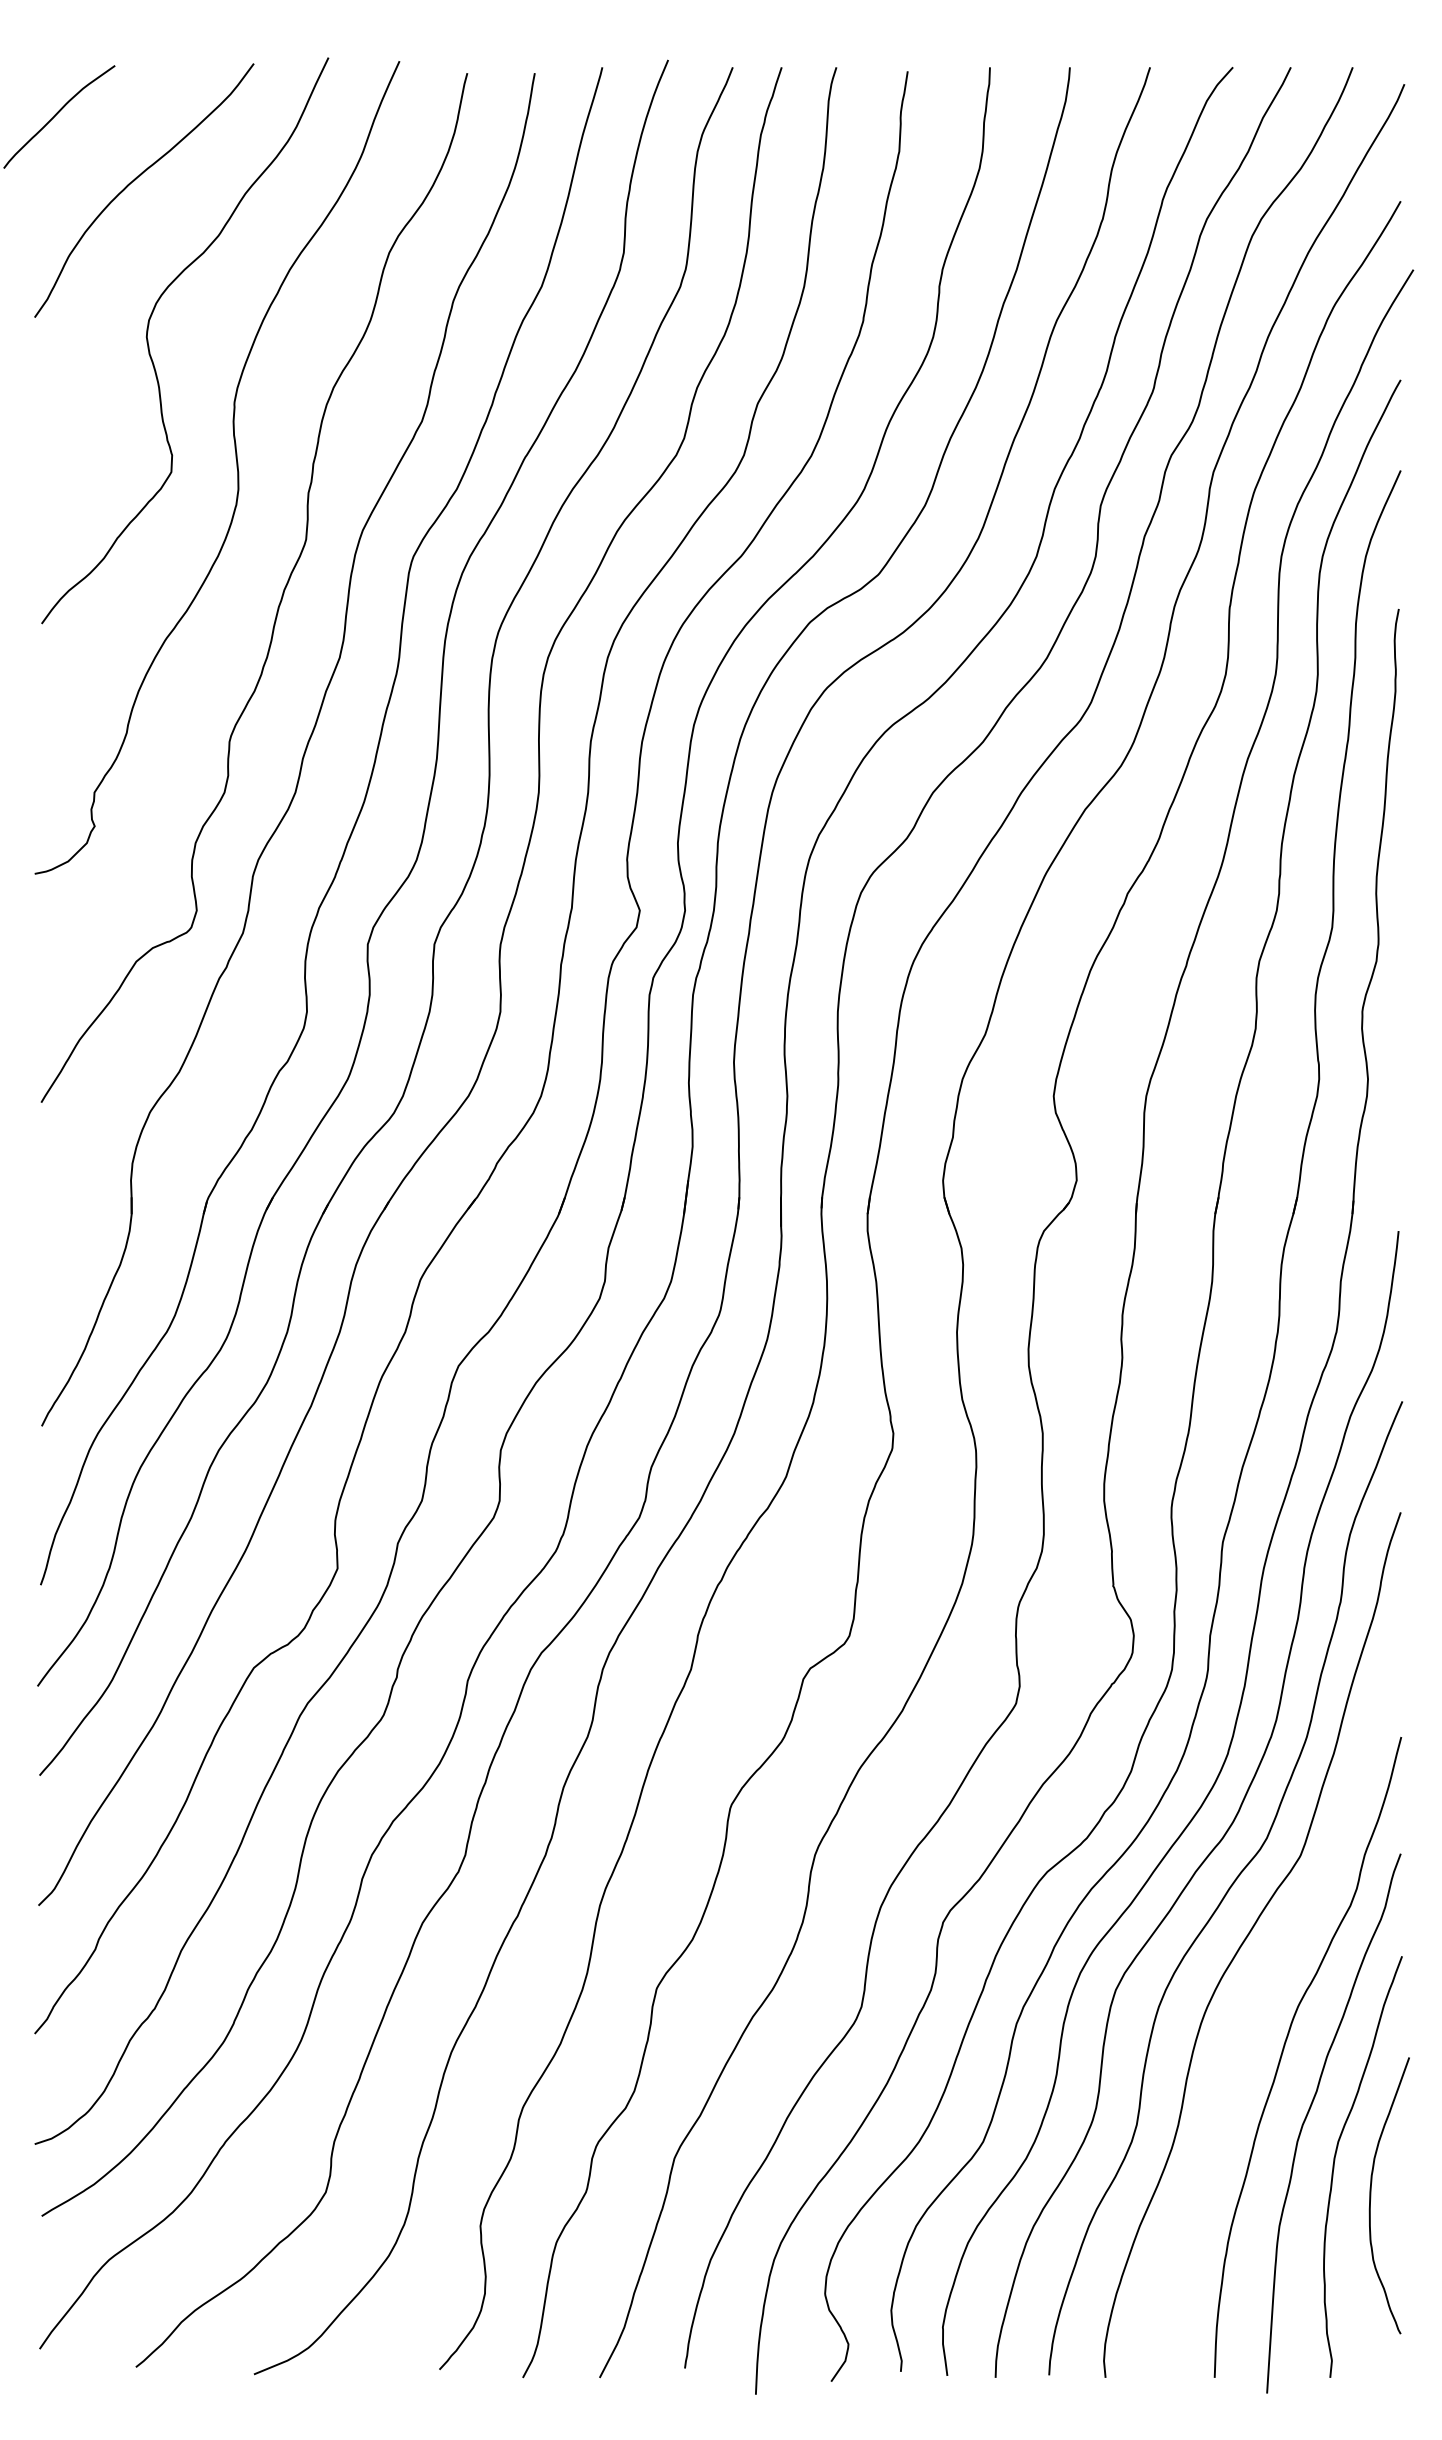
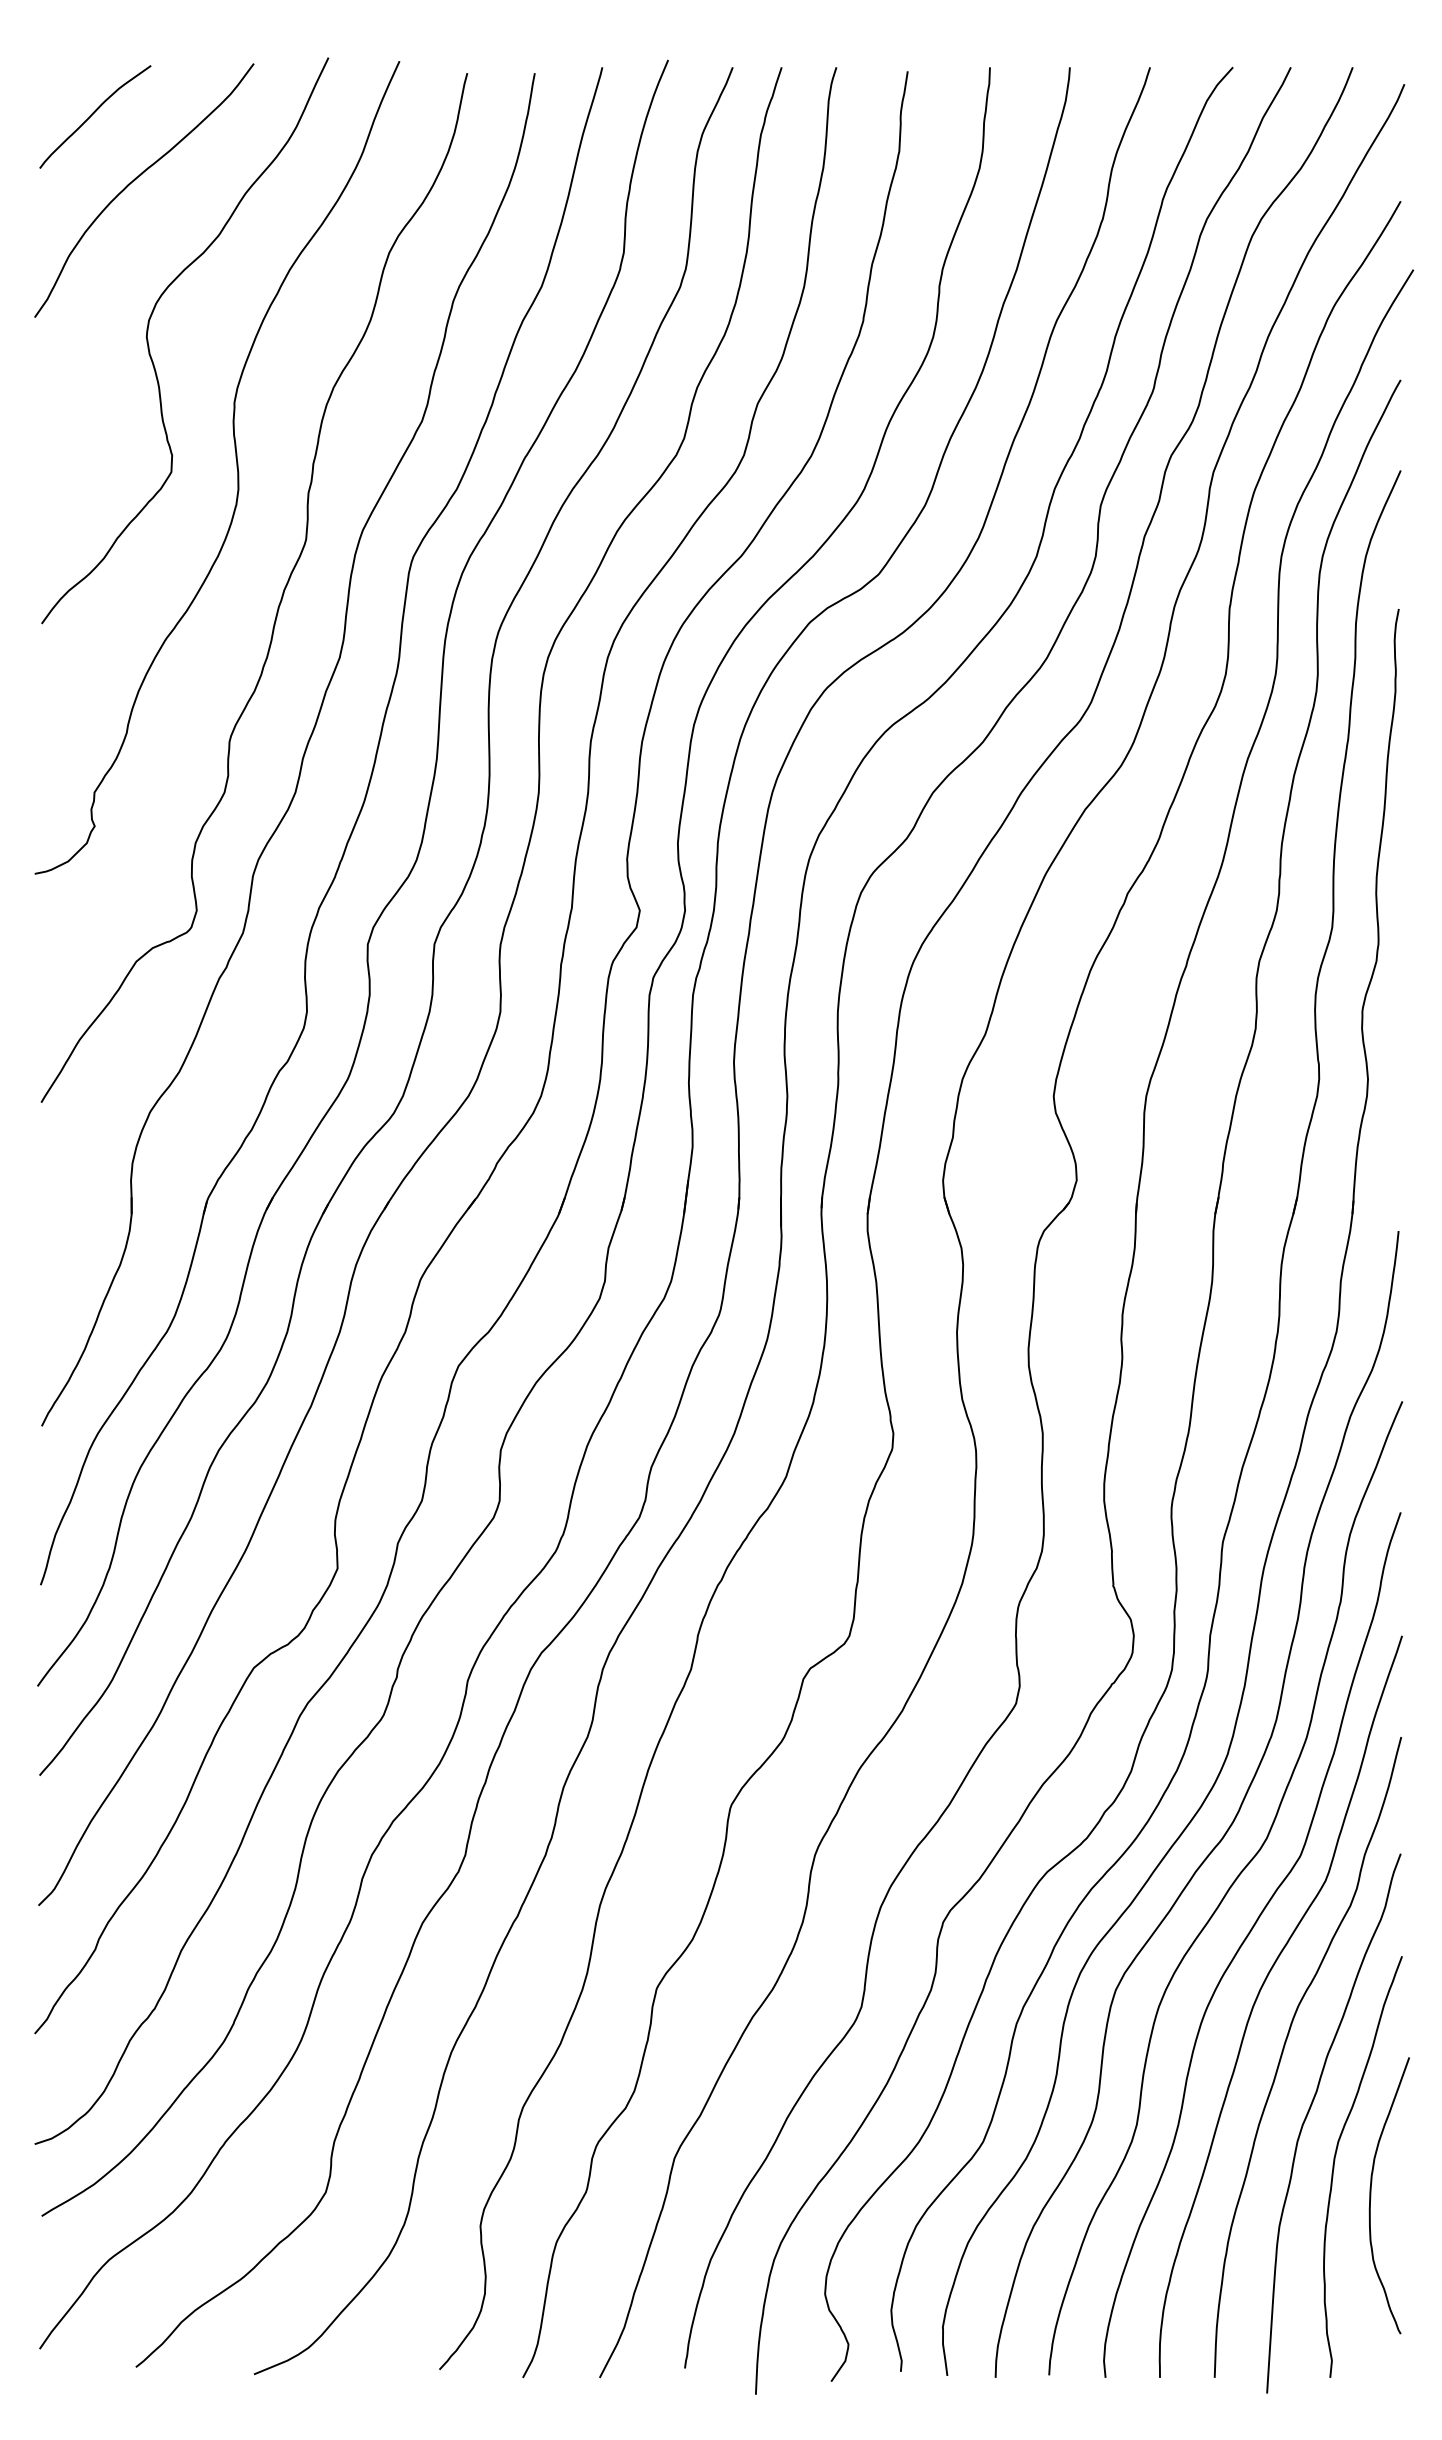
curve at (57, 114) position: (57, 114) -> (93, 114)
curve at (1258, 1997): none -> present
